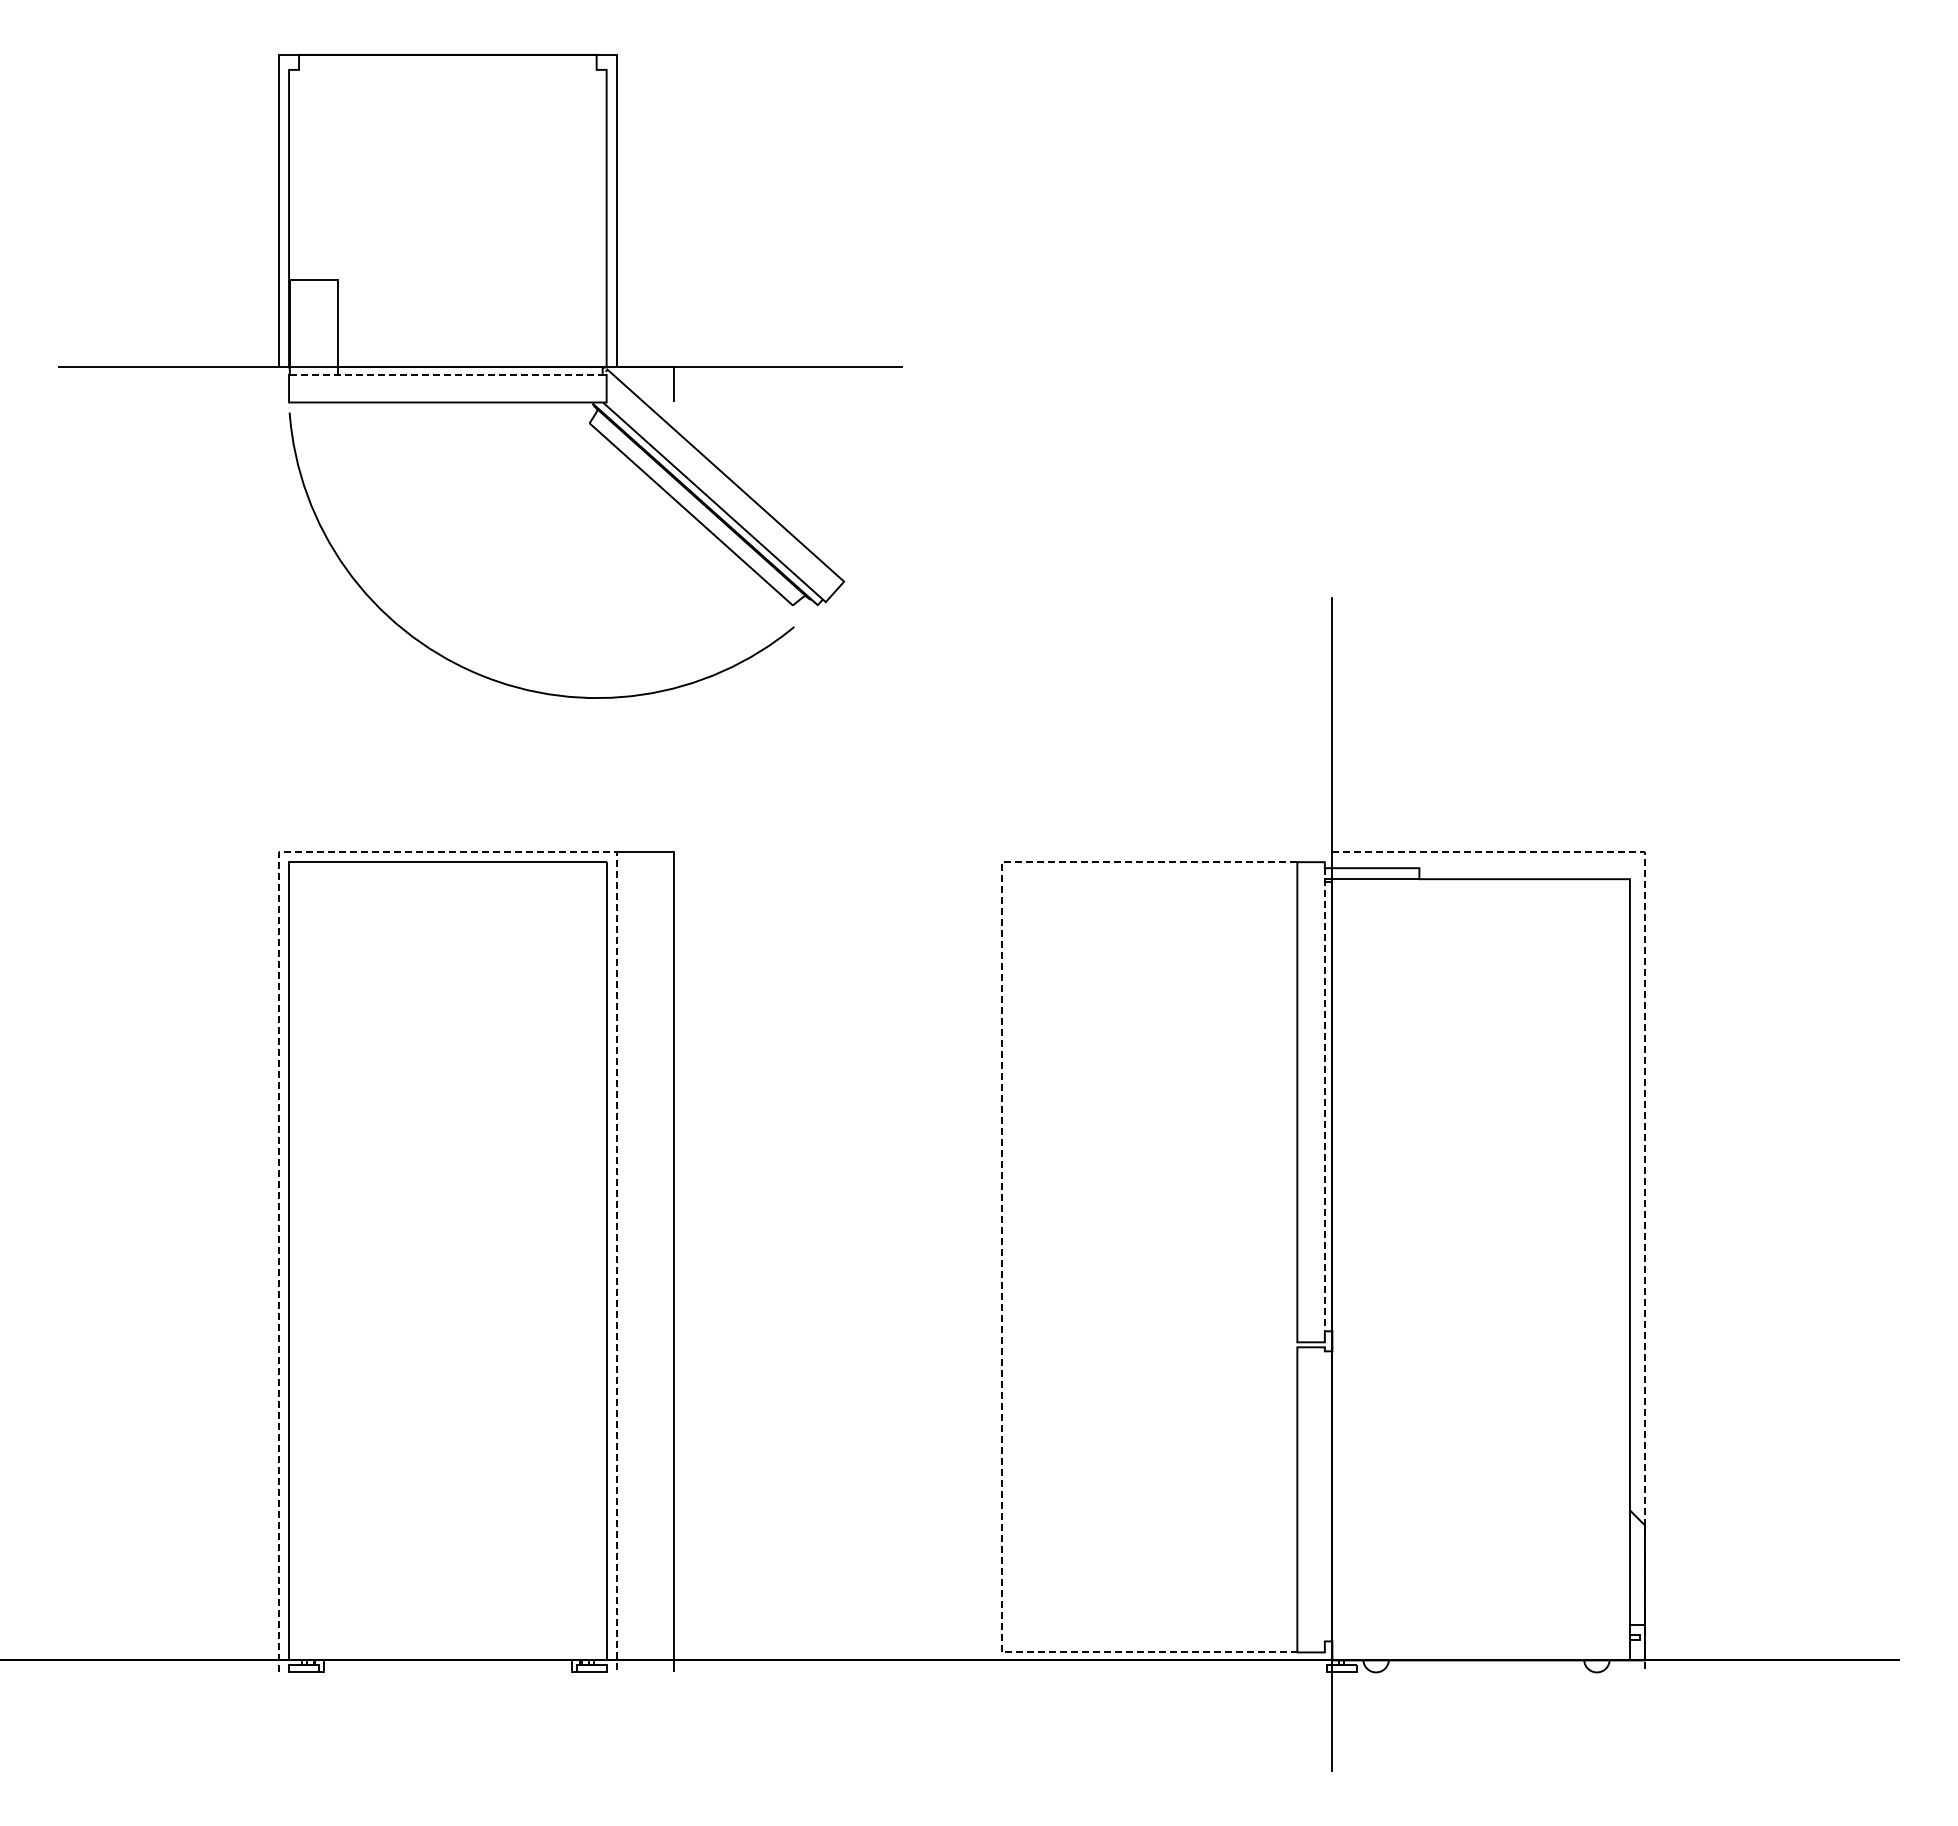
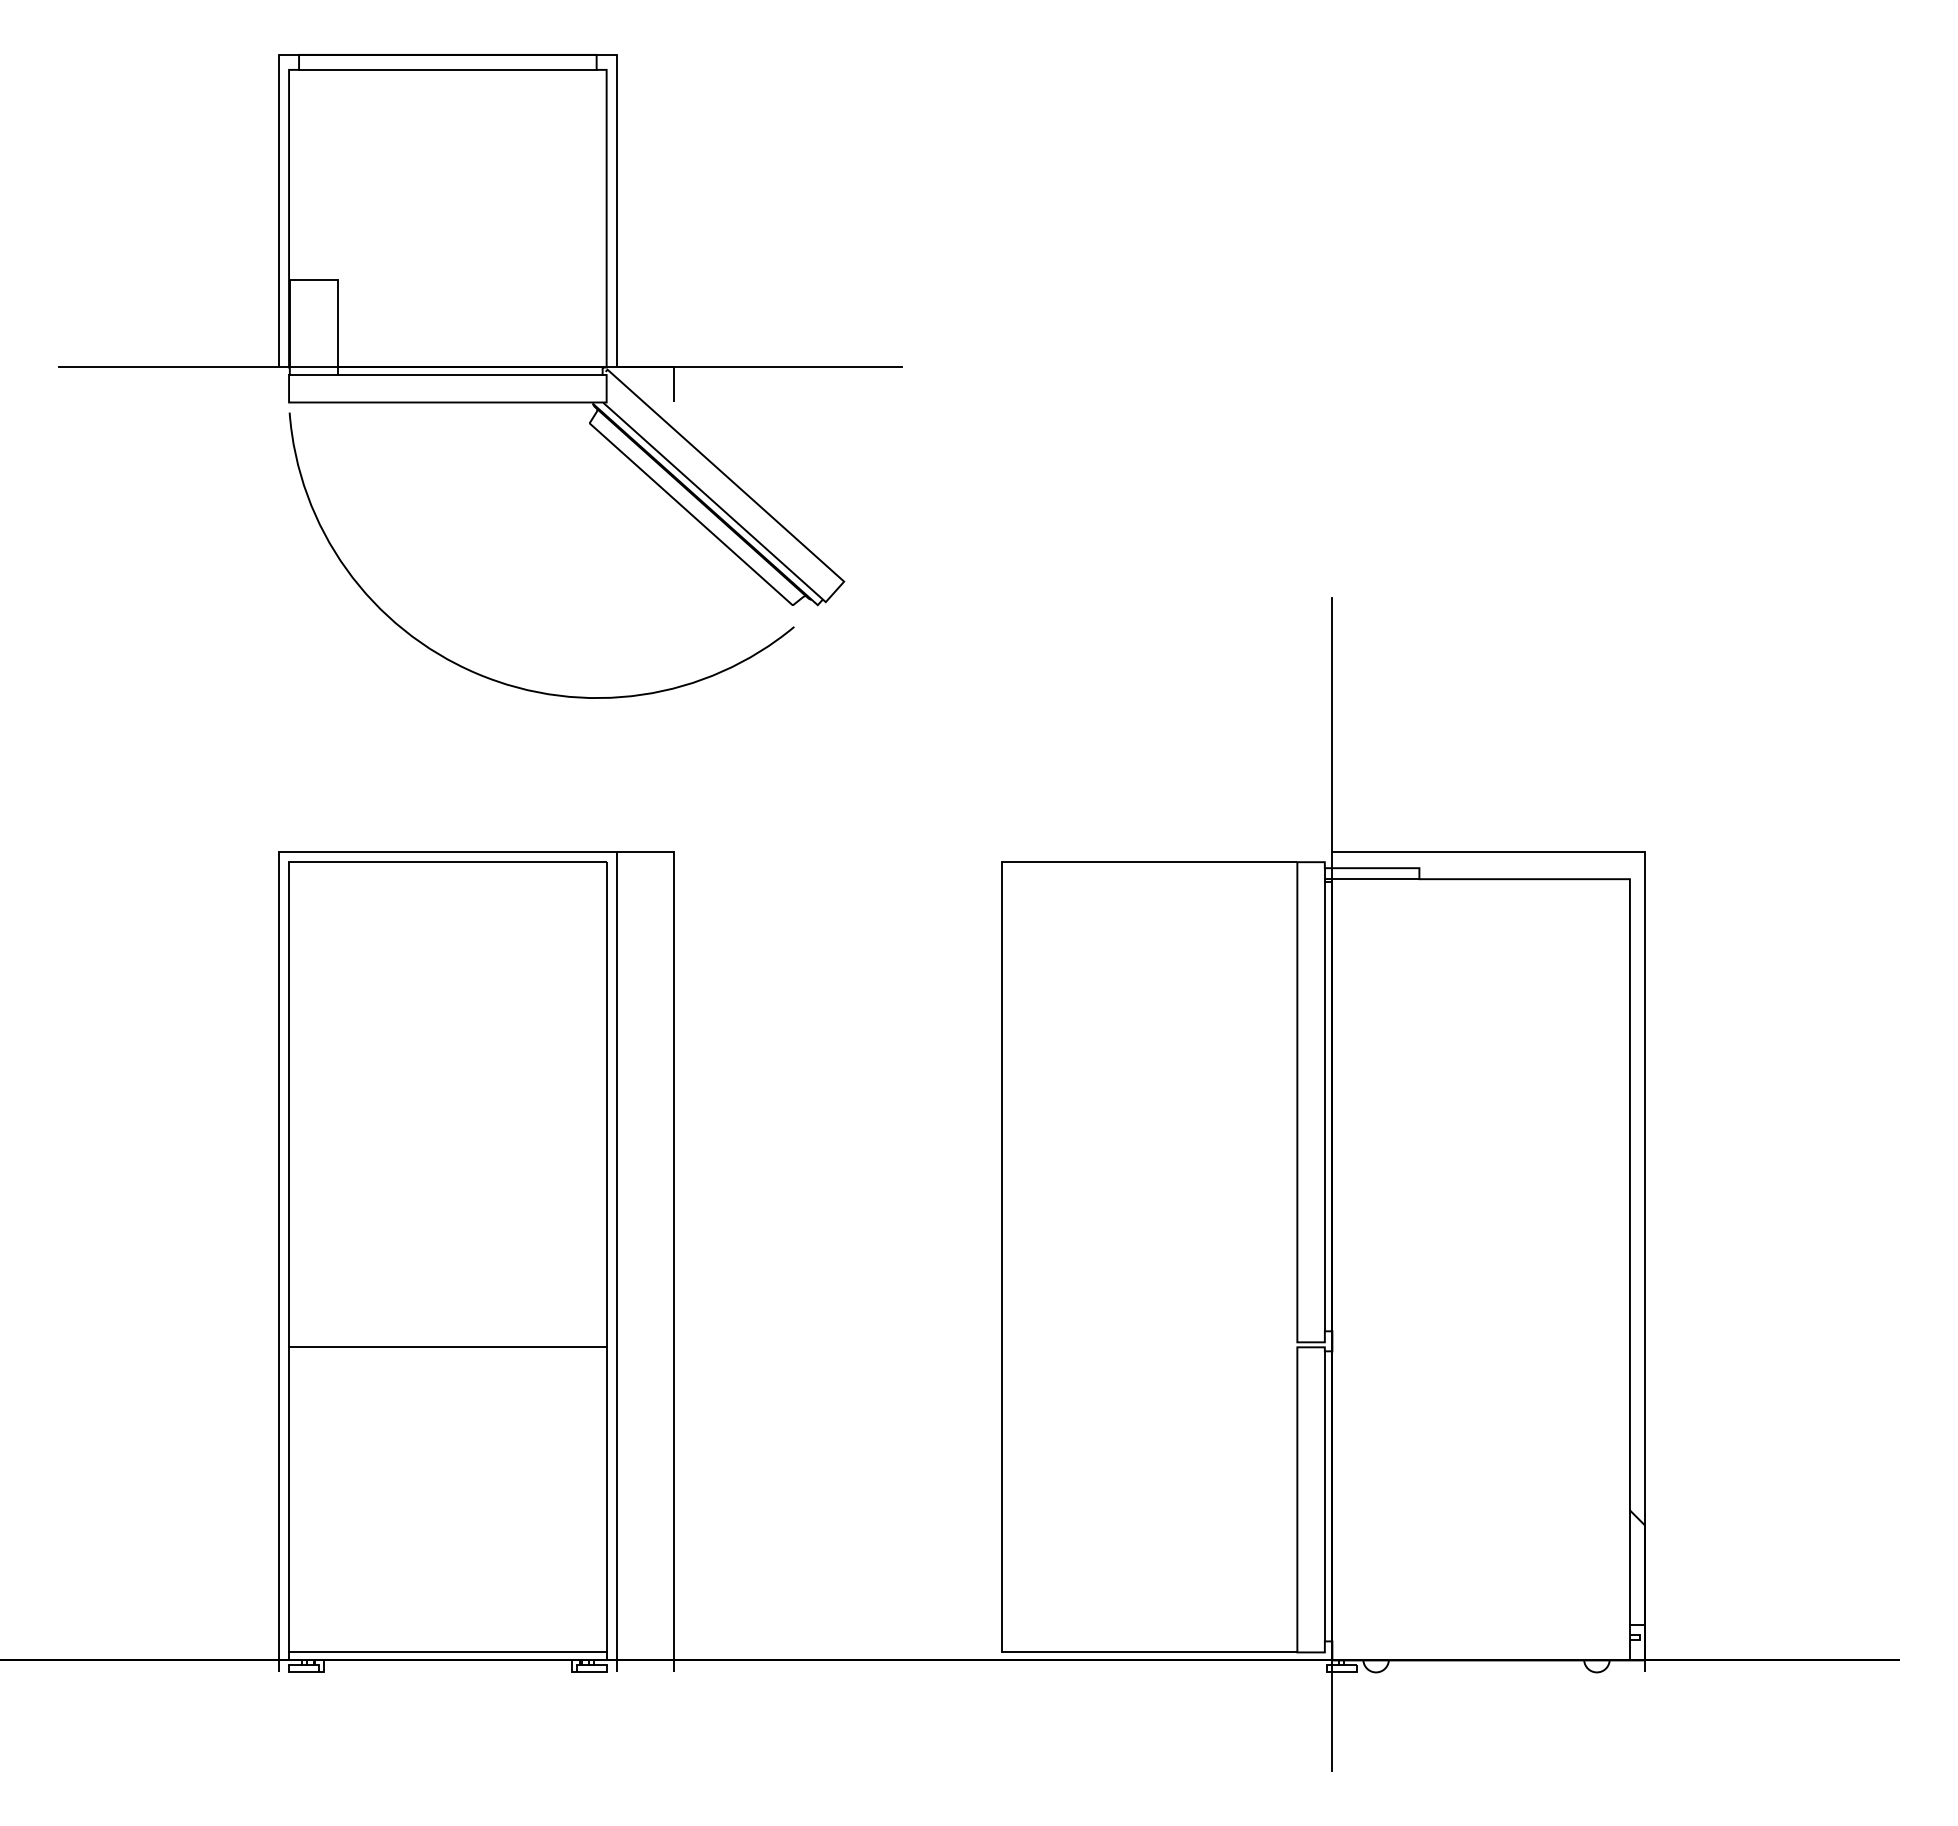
line at (447, 69): none -> present
line at (446, 374): dashed -> solid
line at (447, 852): dashed -> solid
line at (1324, 1099): dashed -> solid
line at (1644, 1105): dashed -> solid
line at (1001, 1257): dashed -> solid
line at (447, 1347): none -> present
line at (1324, 1496): none -> present
line at (447, 1652): none -> present
